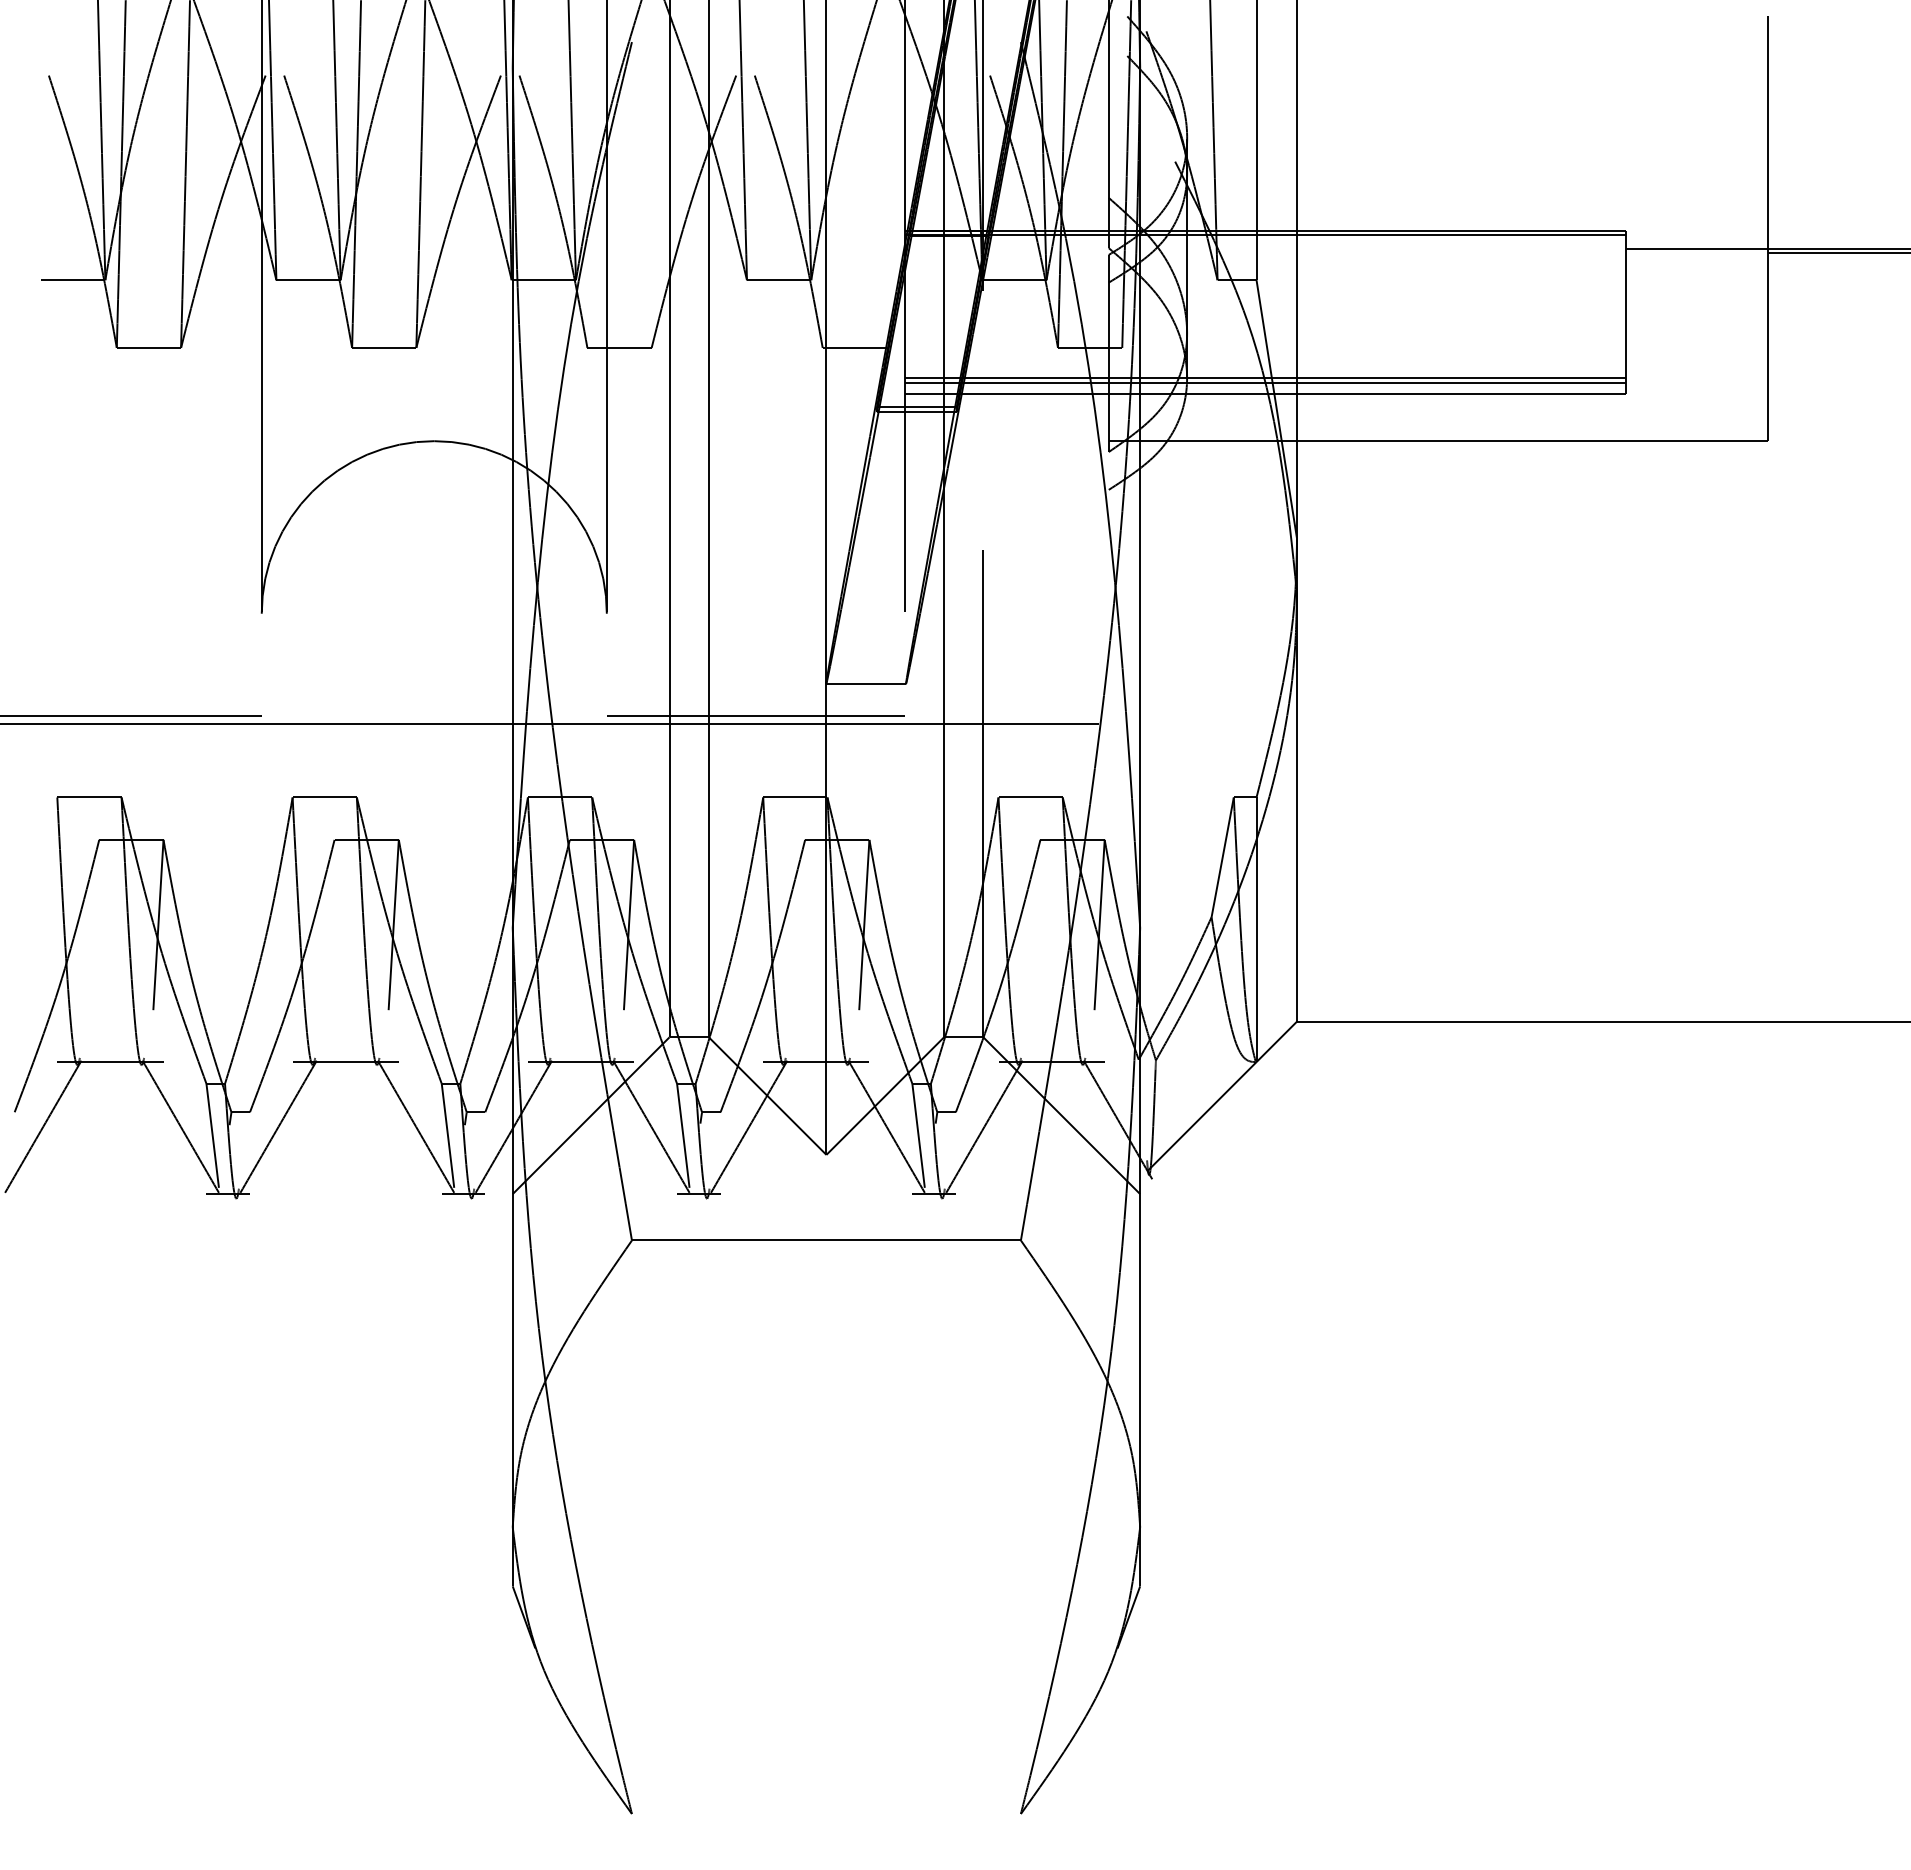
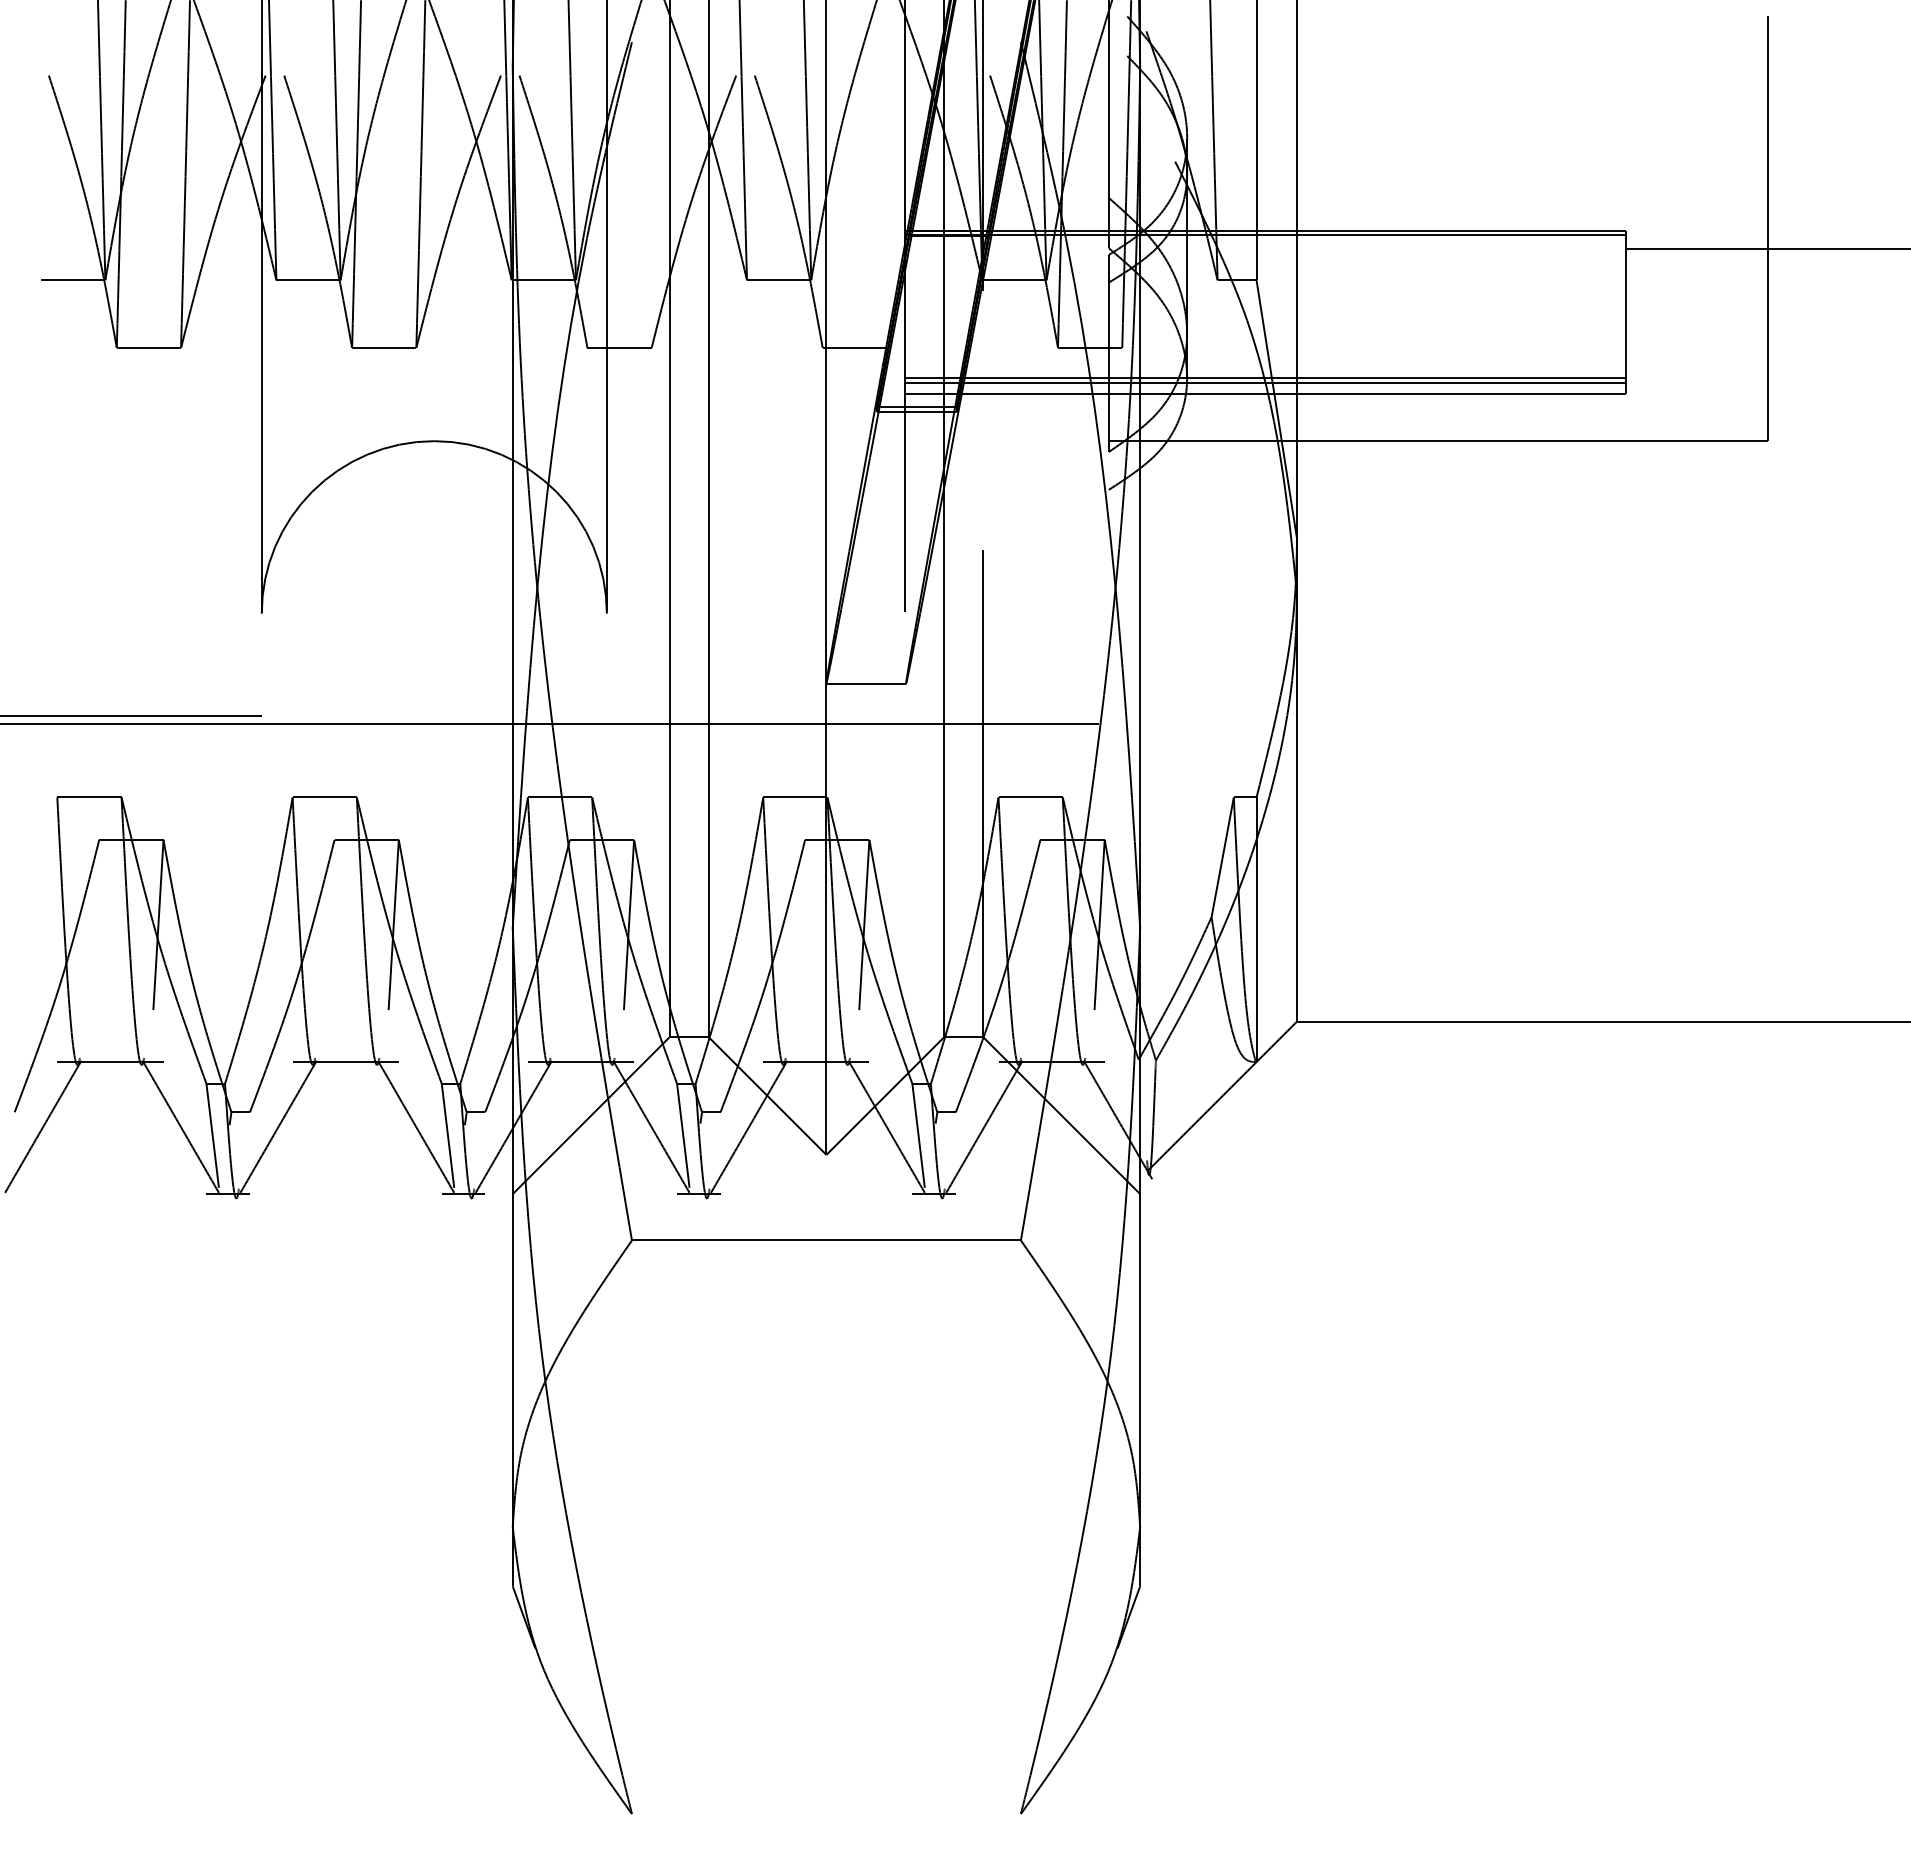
line at (1837, 252): present -> none
line at (755, 715): present -> none
